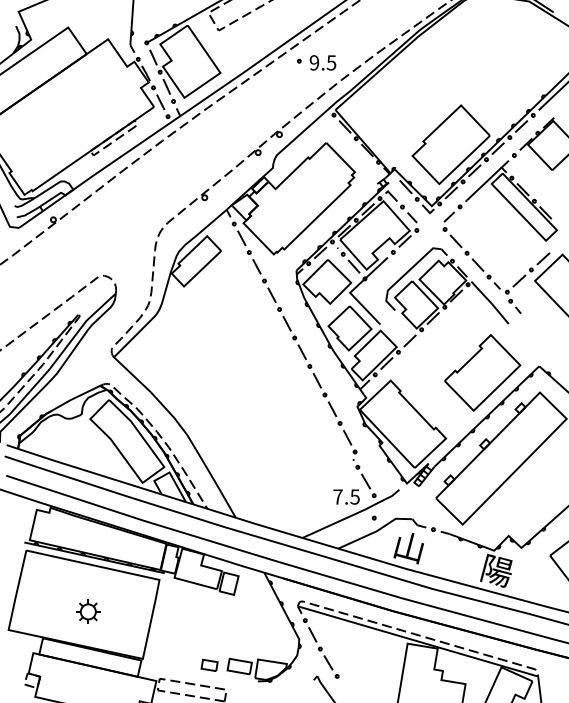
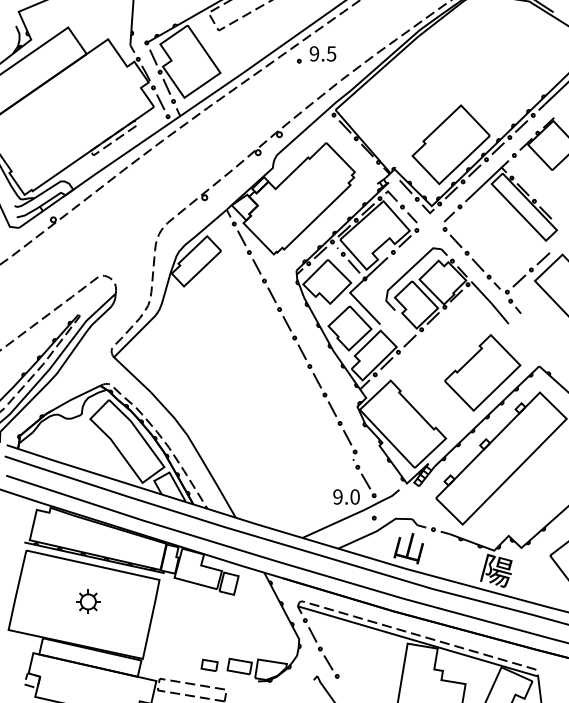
text at (322, 62) position: (322, 62) -> (322, 53)
text at (346, 496): 7.5 -> 9.0
part at (88, 611) position: (88, 611) -> (88, 601)
